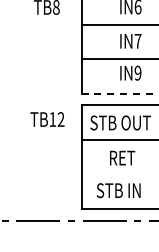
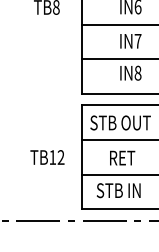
text at (137, 72): IN9 -> IN8
line at (120, 93): dashed -> solid
text at (47, 119) position: (47, 119) -> (47, 157)
line at (118, 174): none -> present
